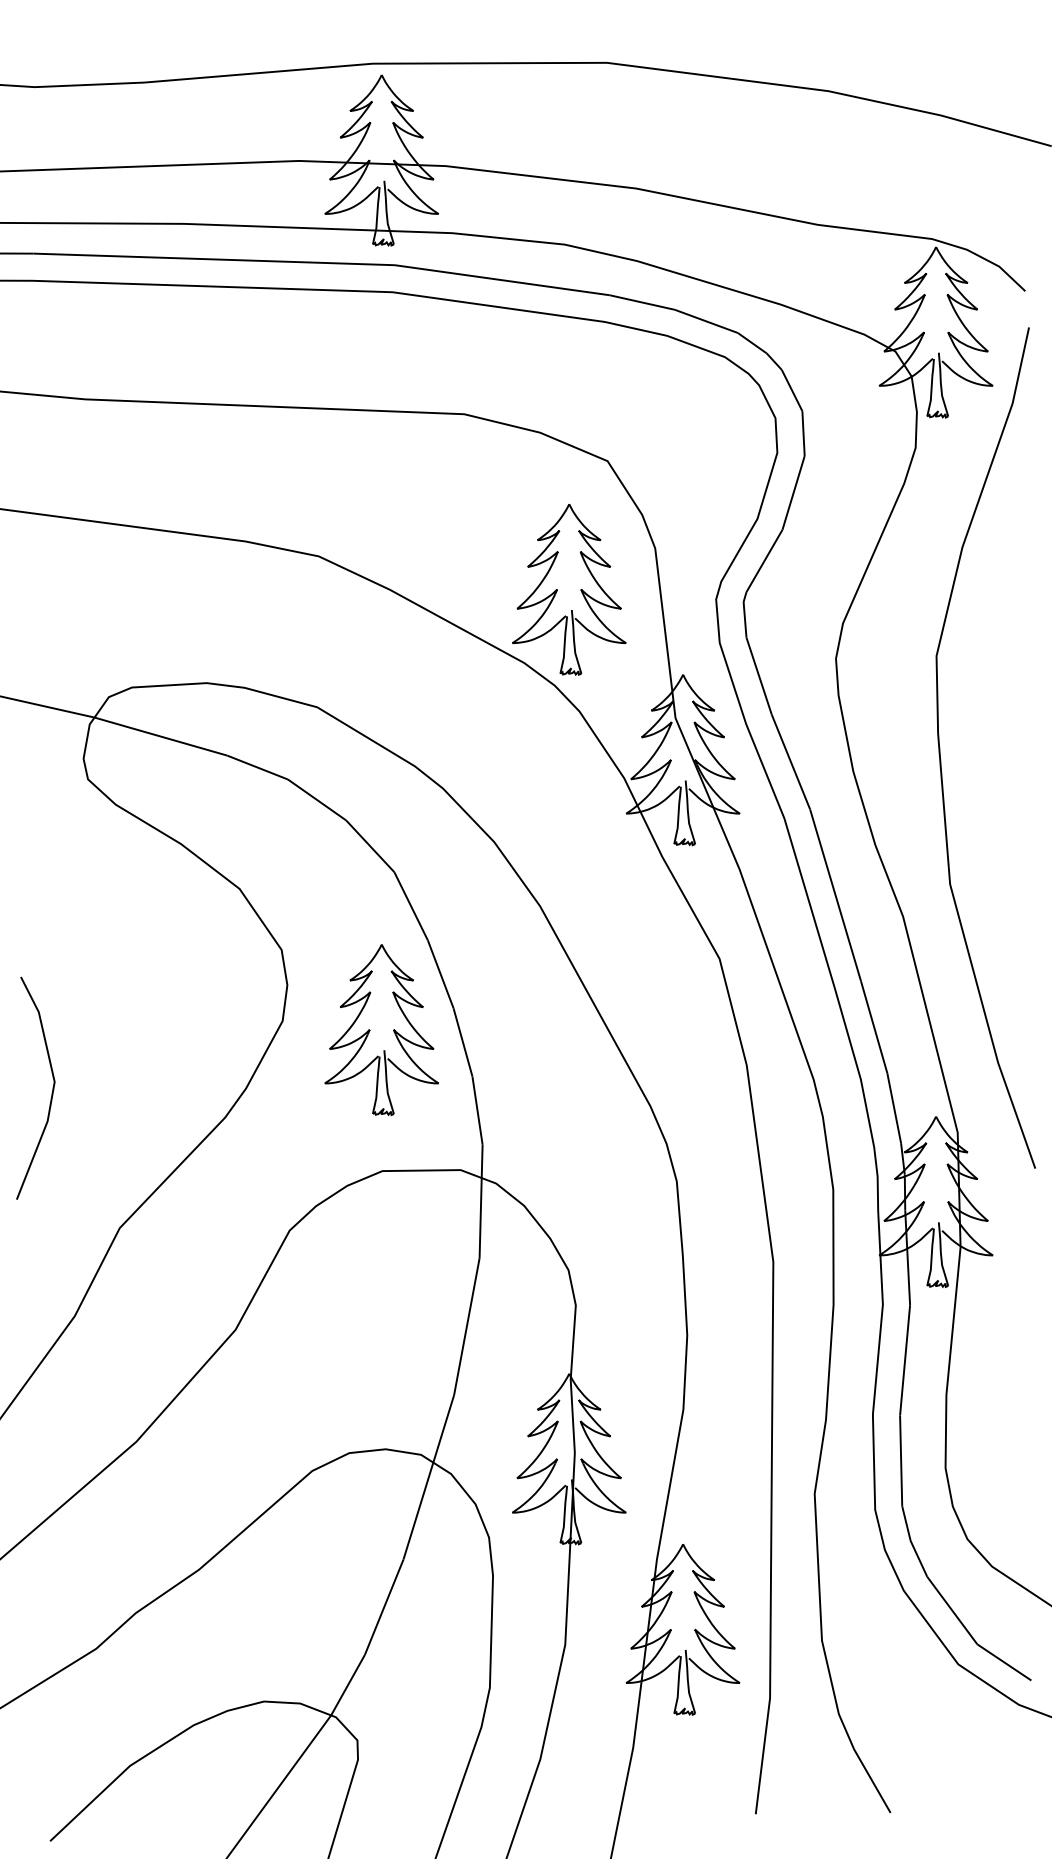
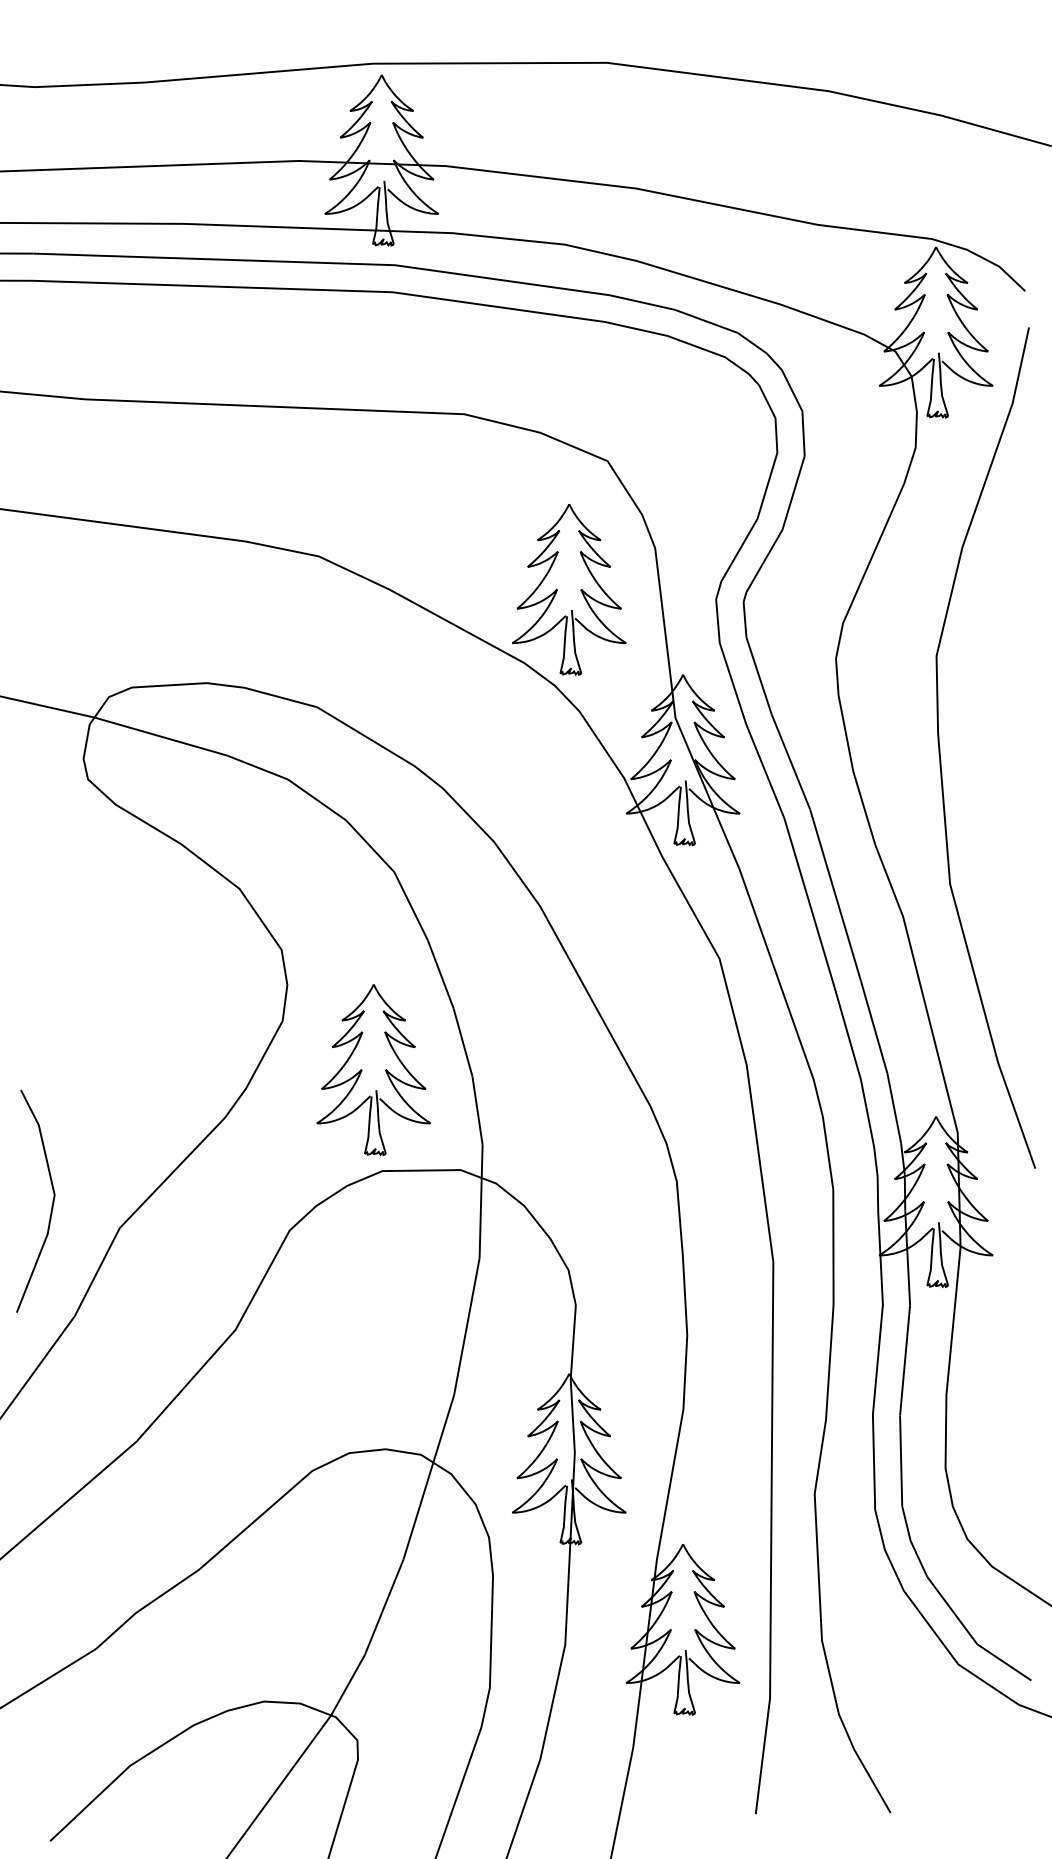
part at (381, 1030) position: (381, 1030) -> (373, 1070)
line at (51, 1092) position: (51, 1092) -> (51, 1205)
